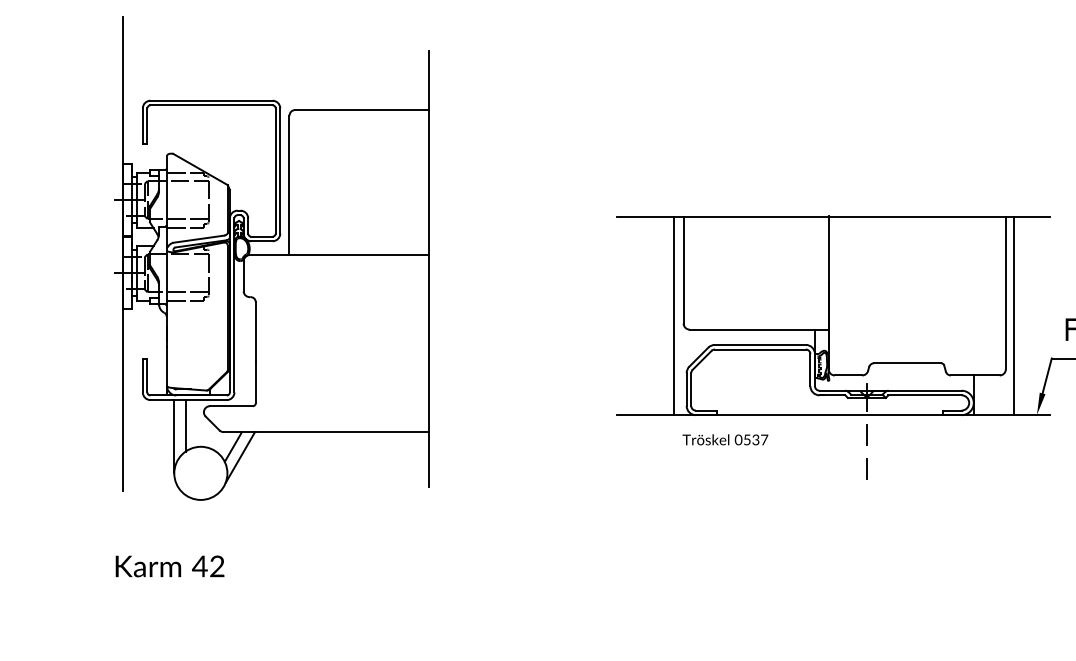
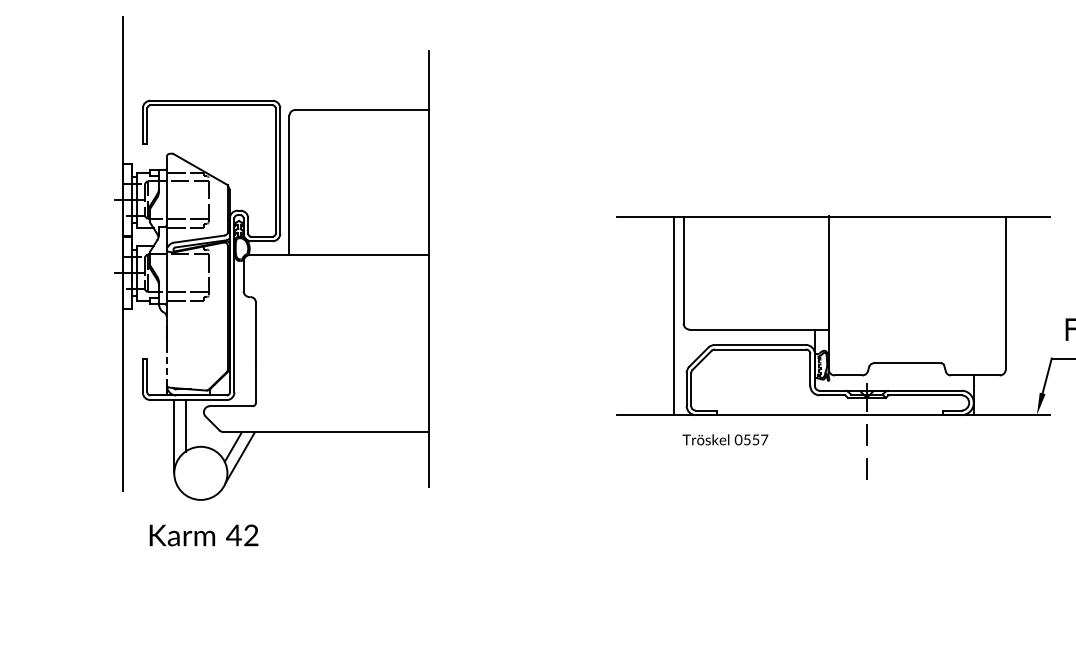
line at (1013, 315): present -> none
line at (167, 366): solid -> dashed
text at (755, 439): 0537 -> 0557
text at (169, 566) position: (169, 566) -> (203, 535)
